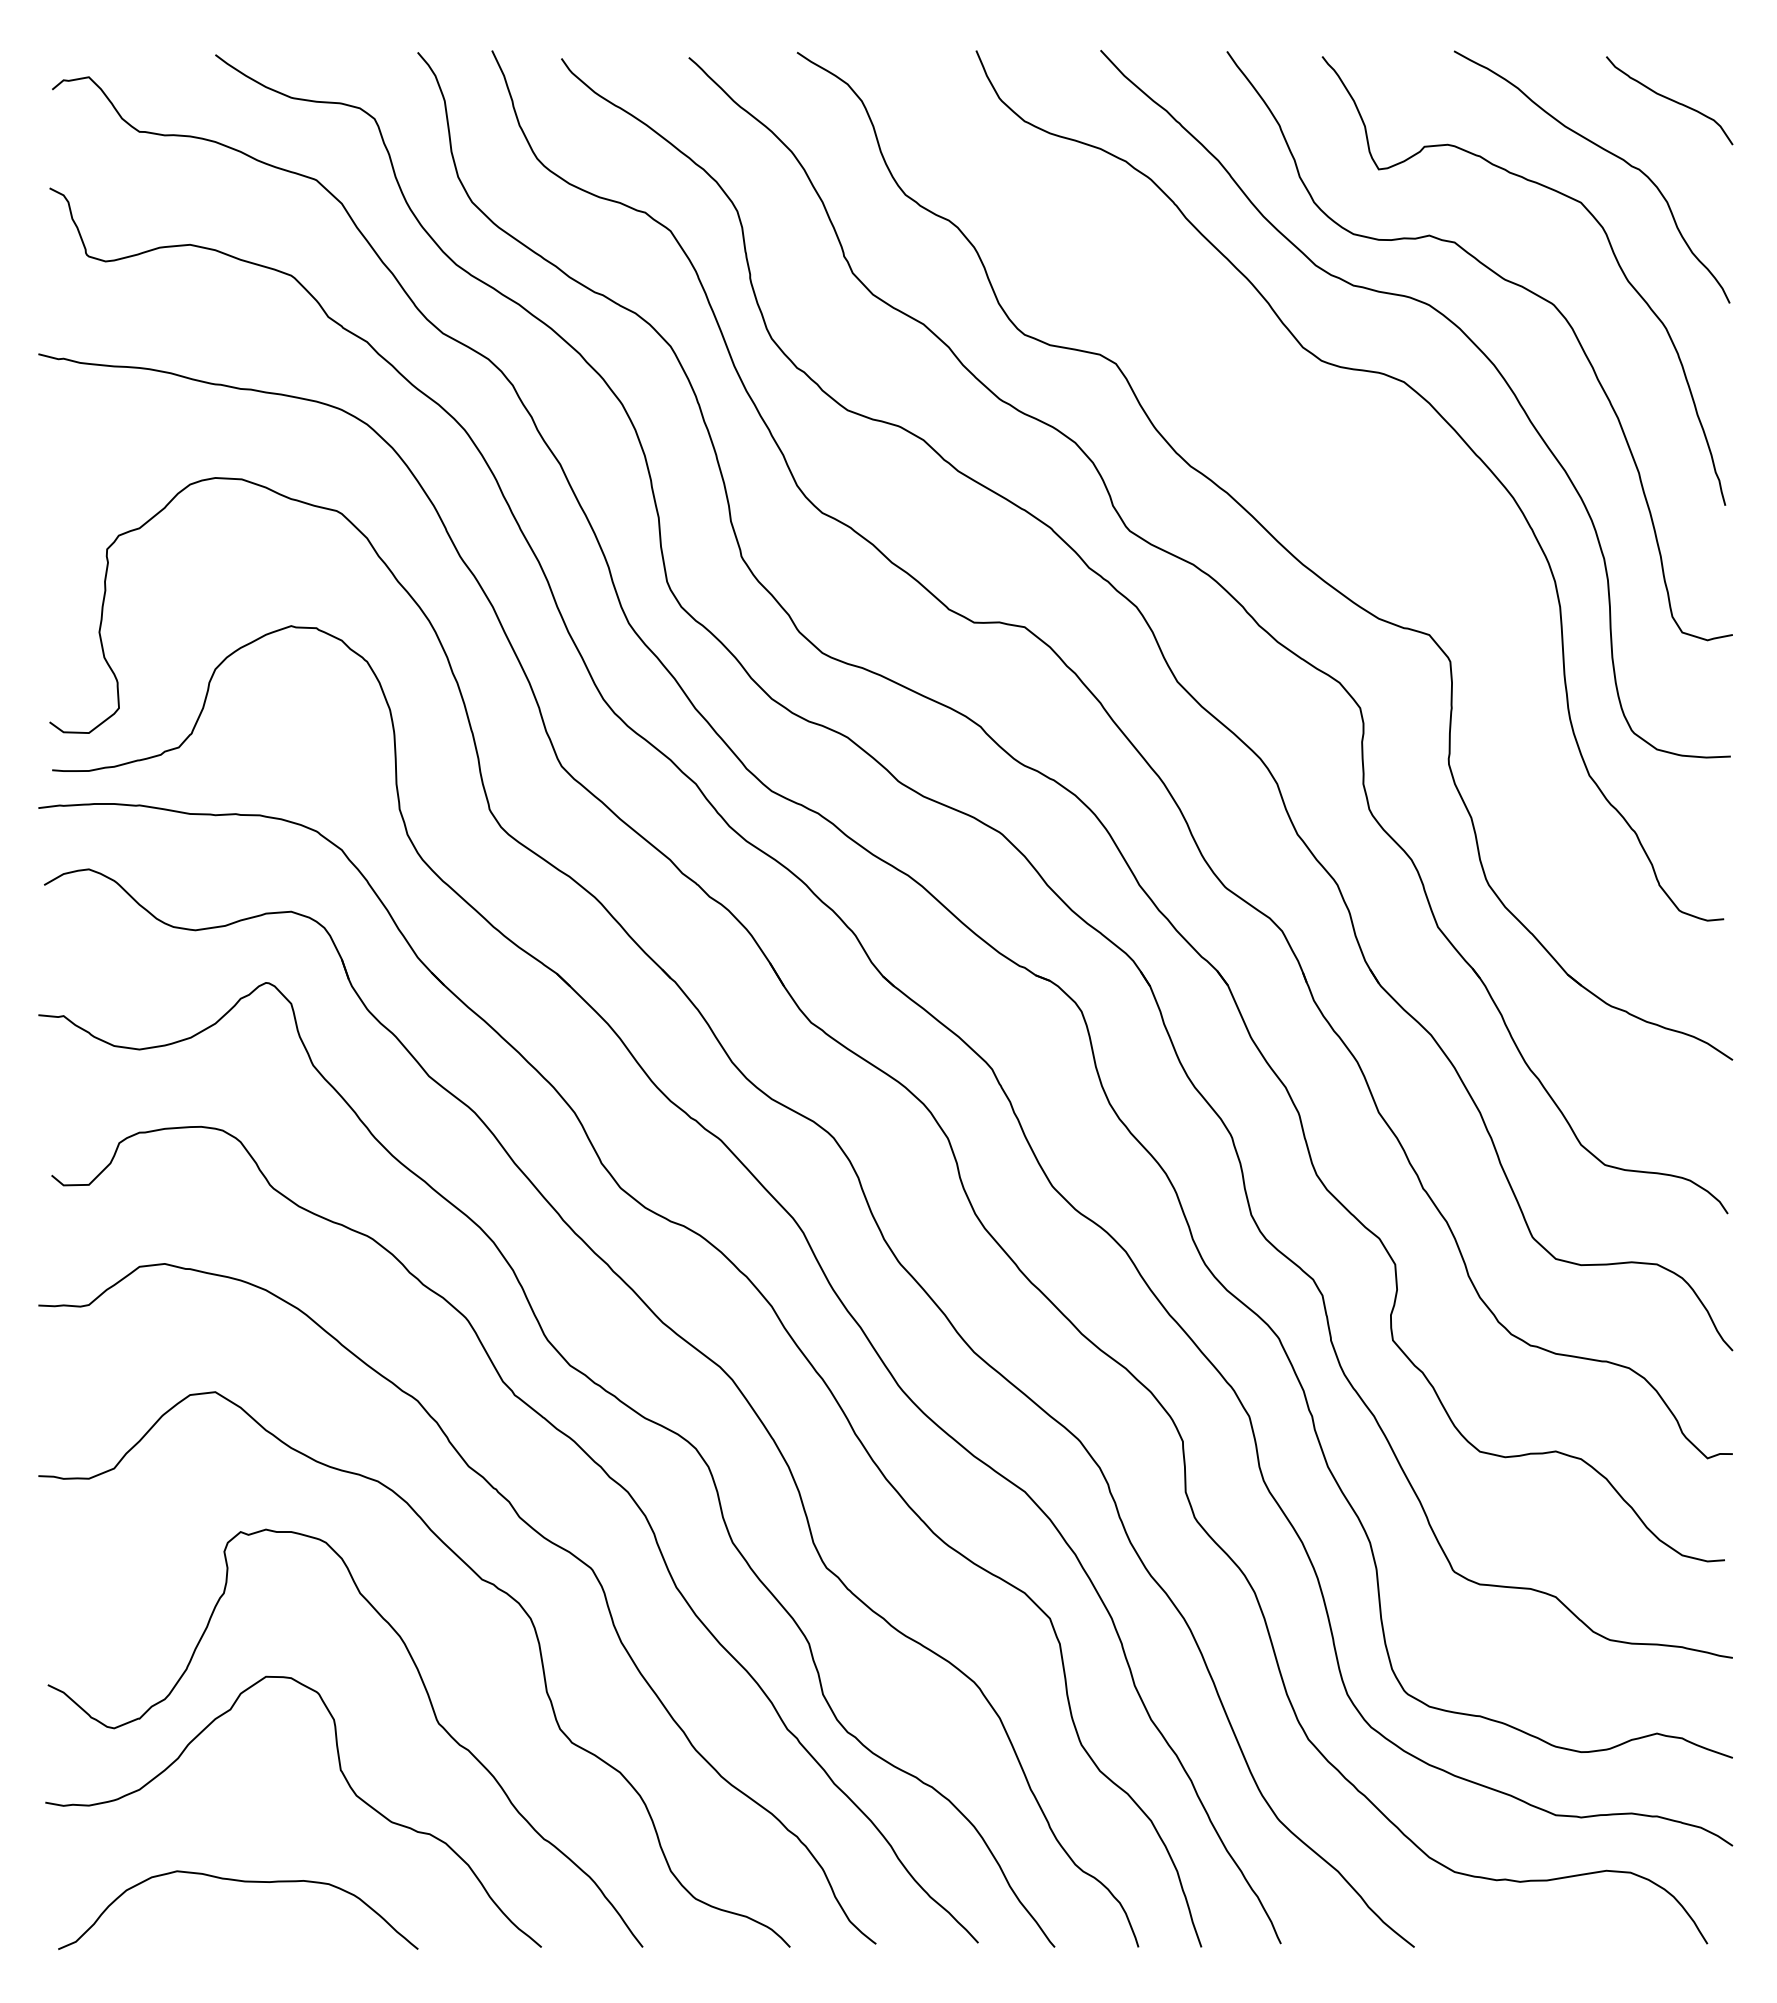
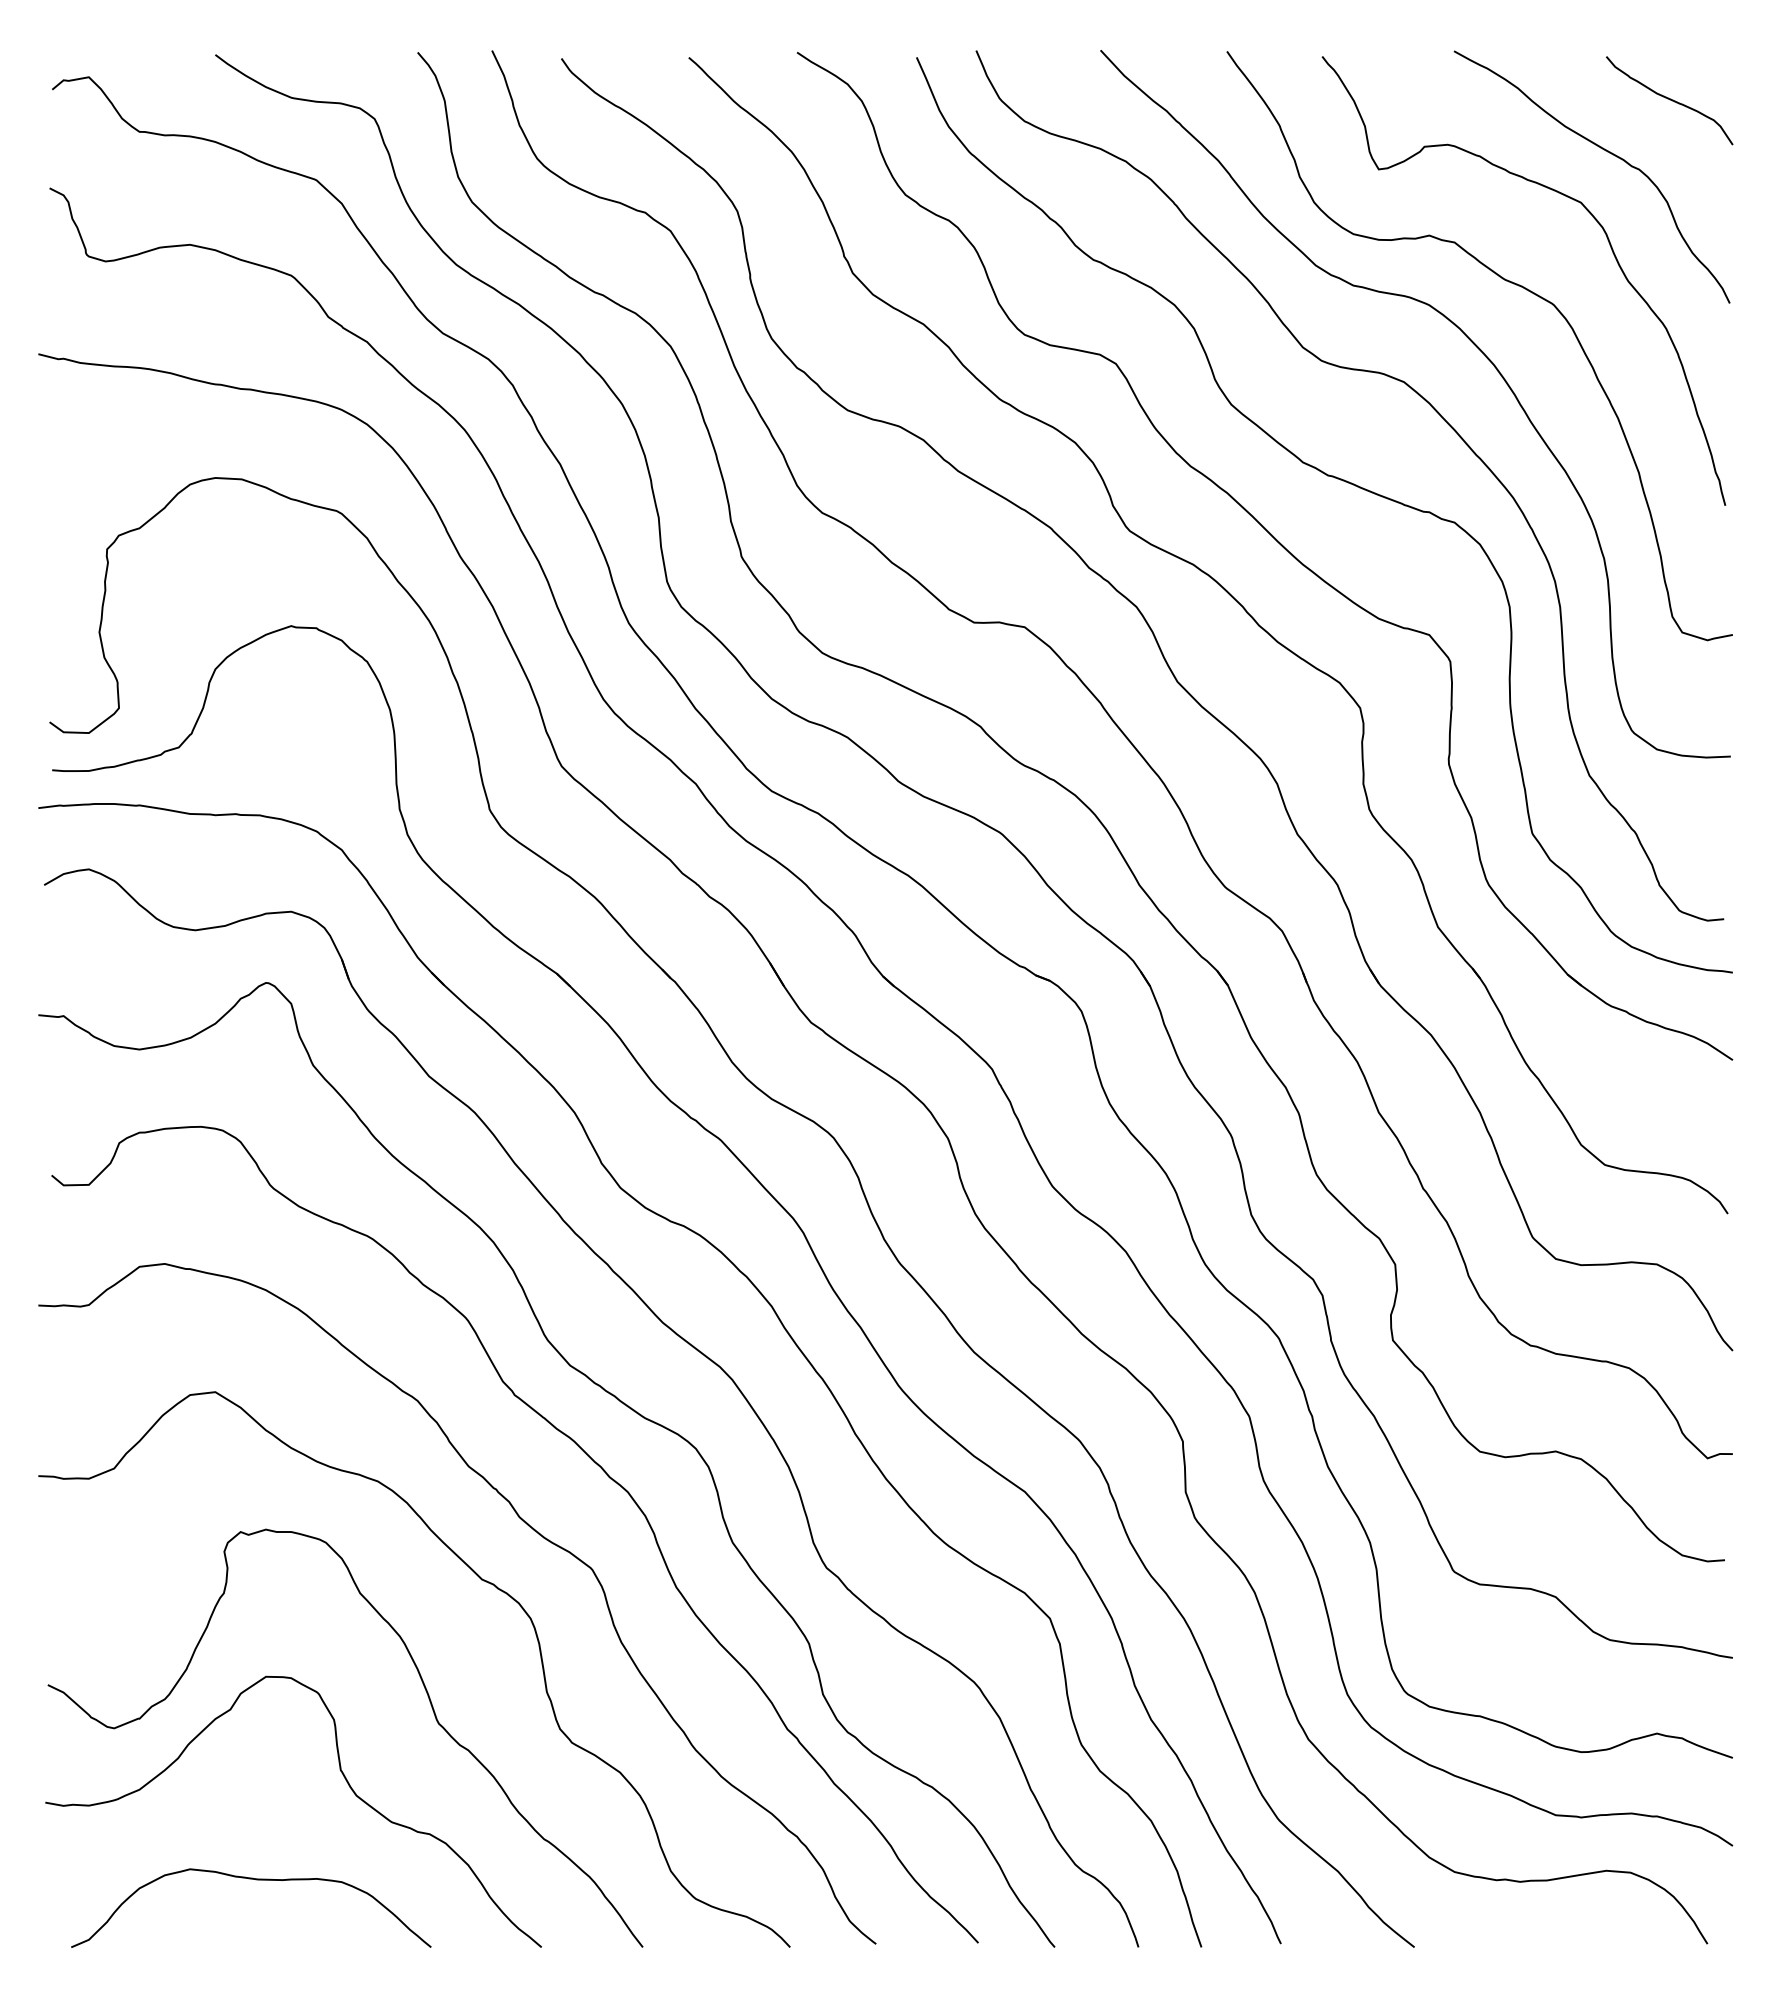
curve at (1337, 479): none -> present
curve at (242, 1882) position: (242, 1882) -> (255, 1880)
